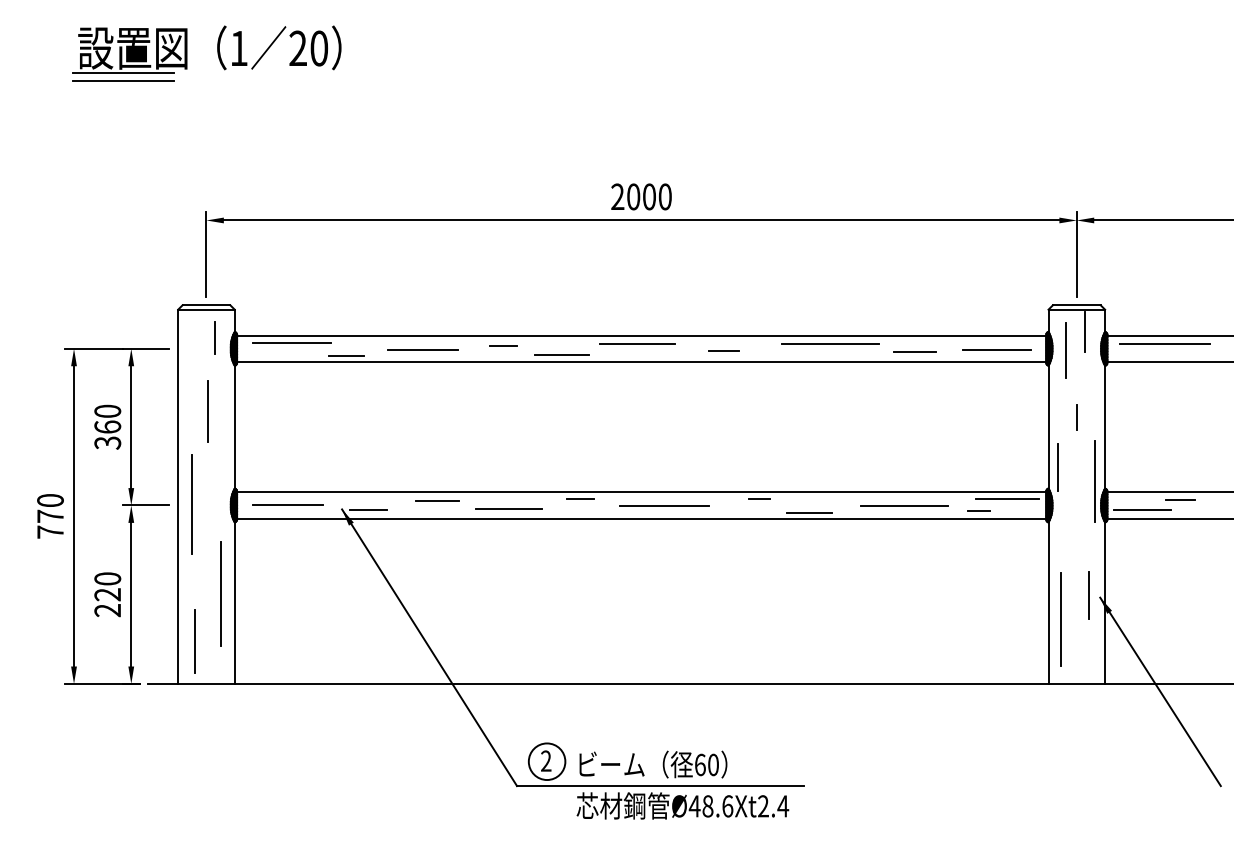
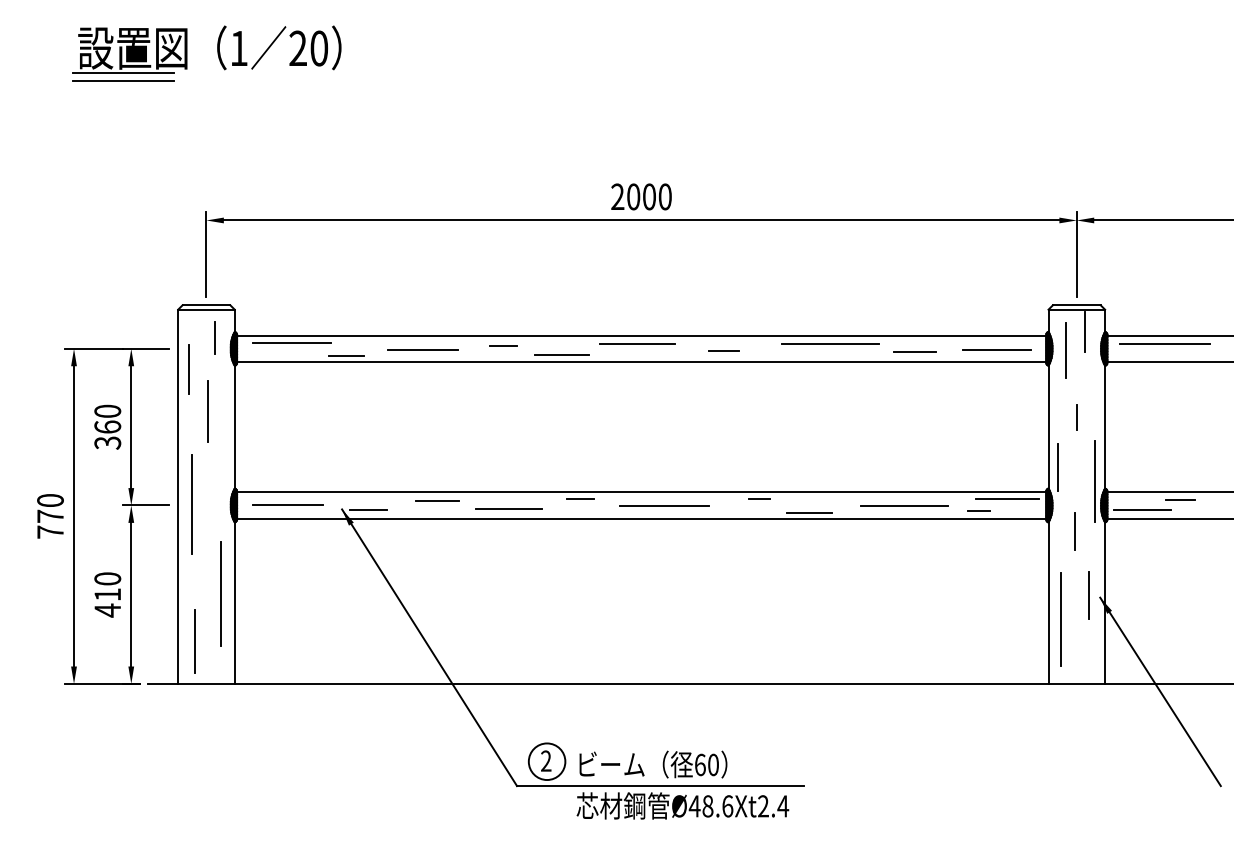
line at (188, 369): none -> present
line at (1074, 531): none -> present
text at (107, 602): 220 -> 410
